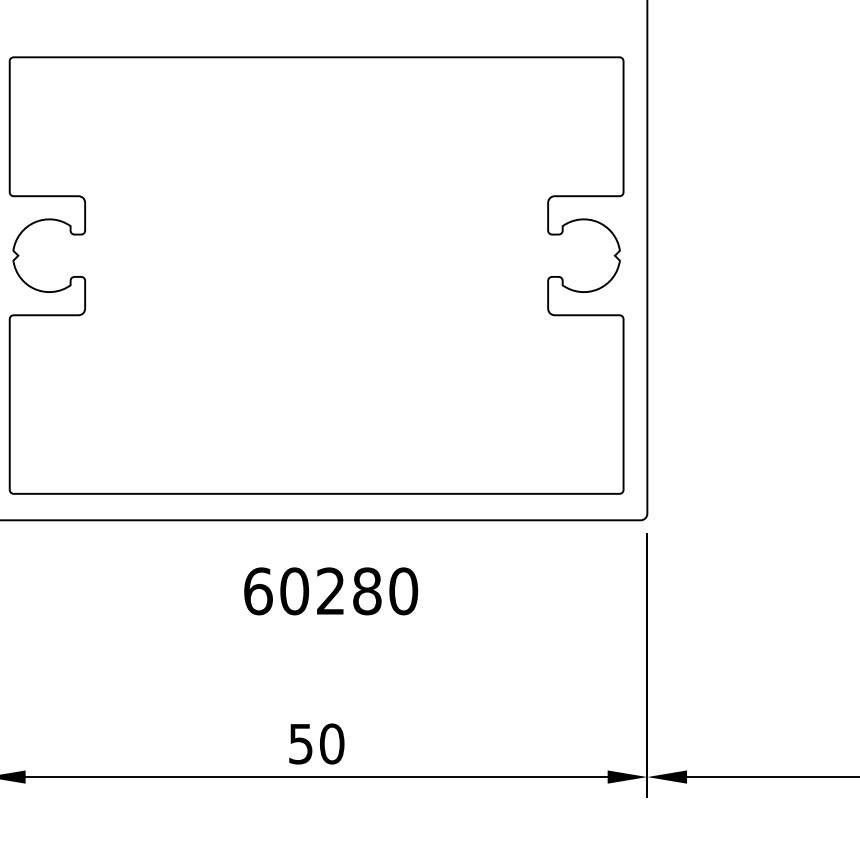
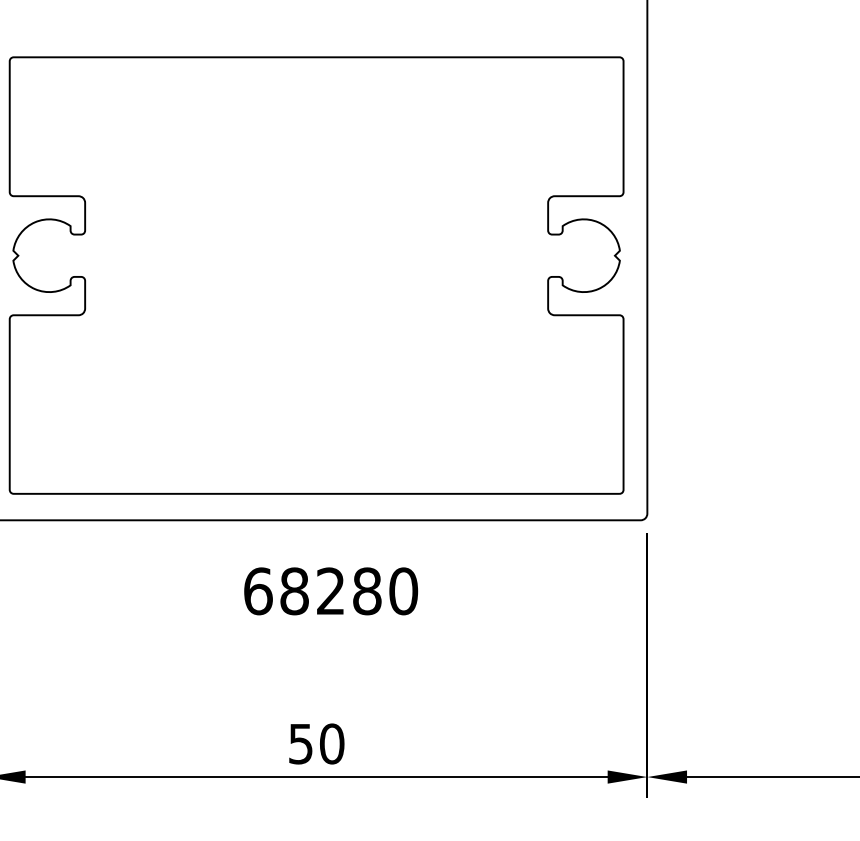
text at (294, 591): 60280 -> 68280
